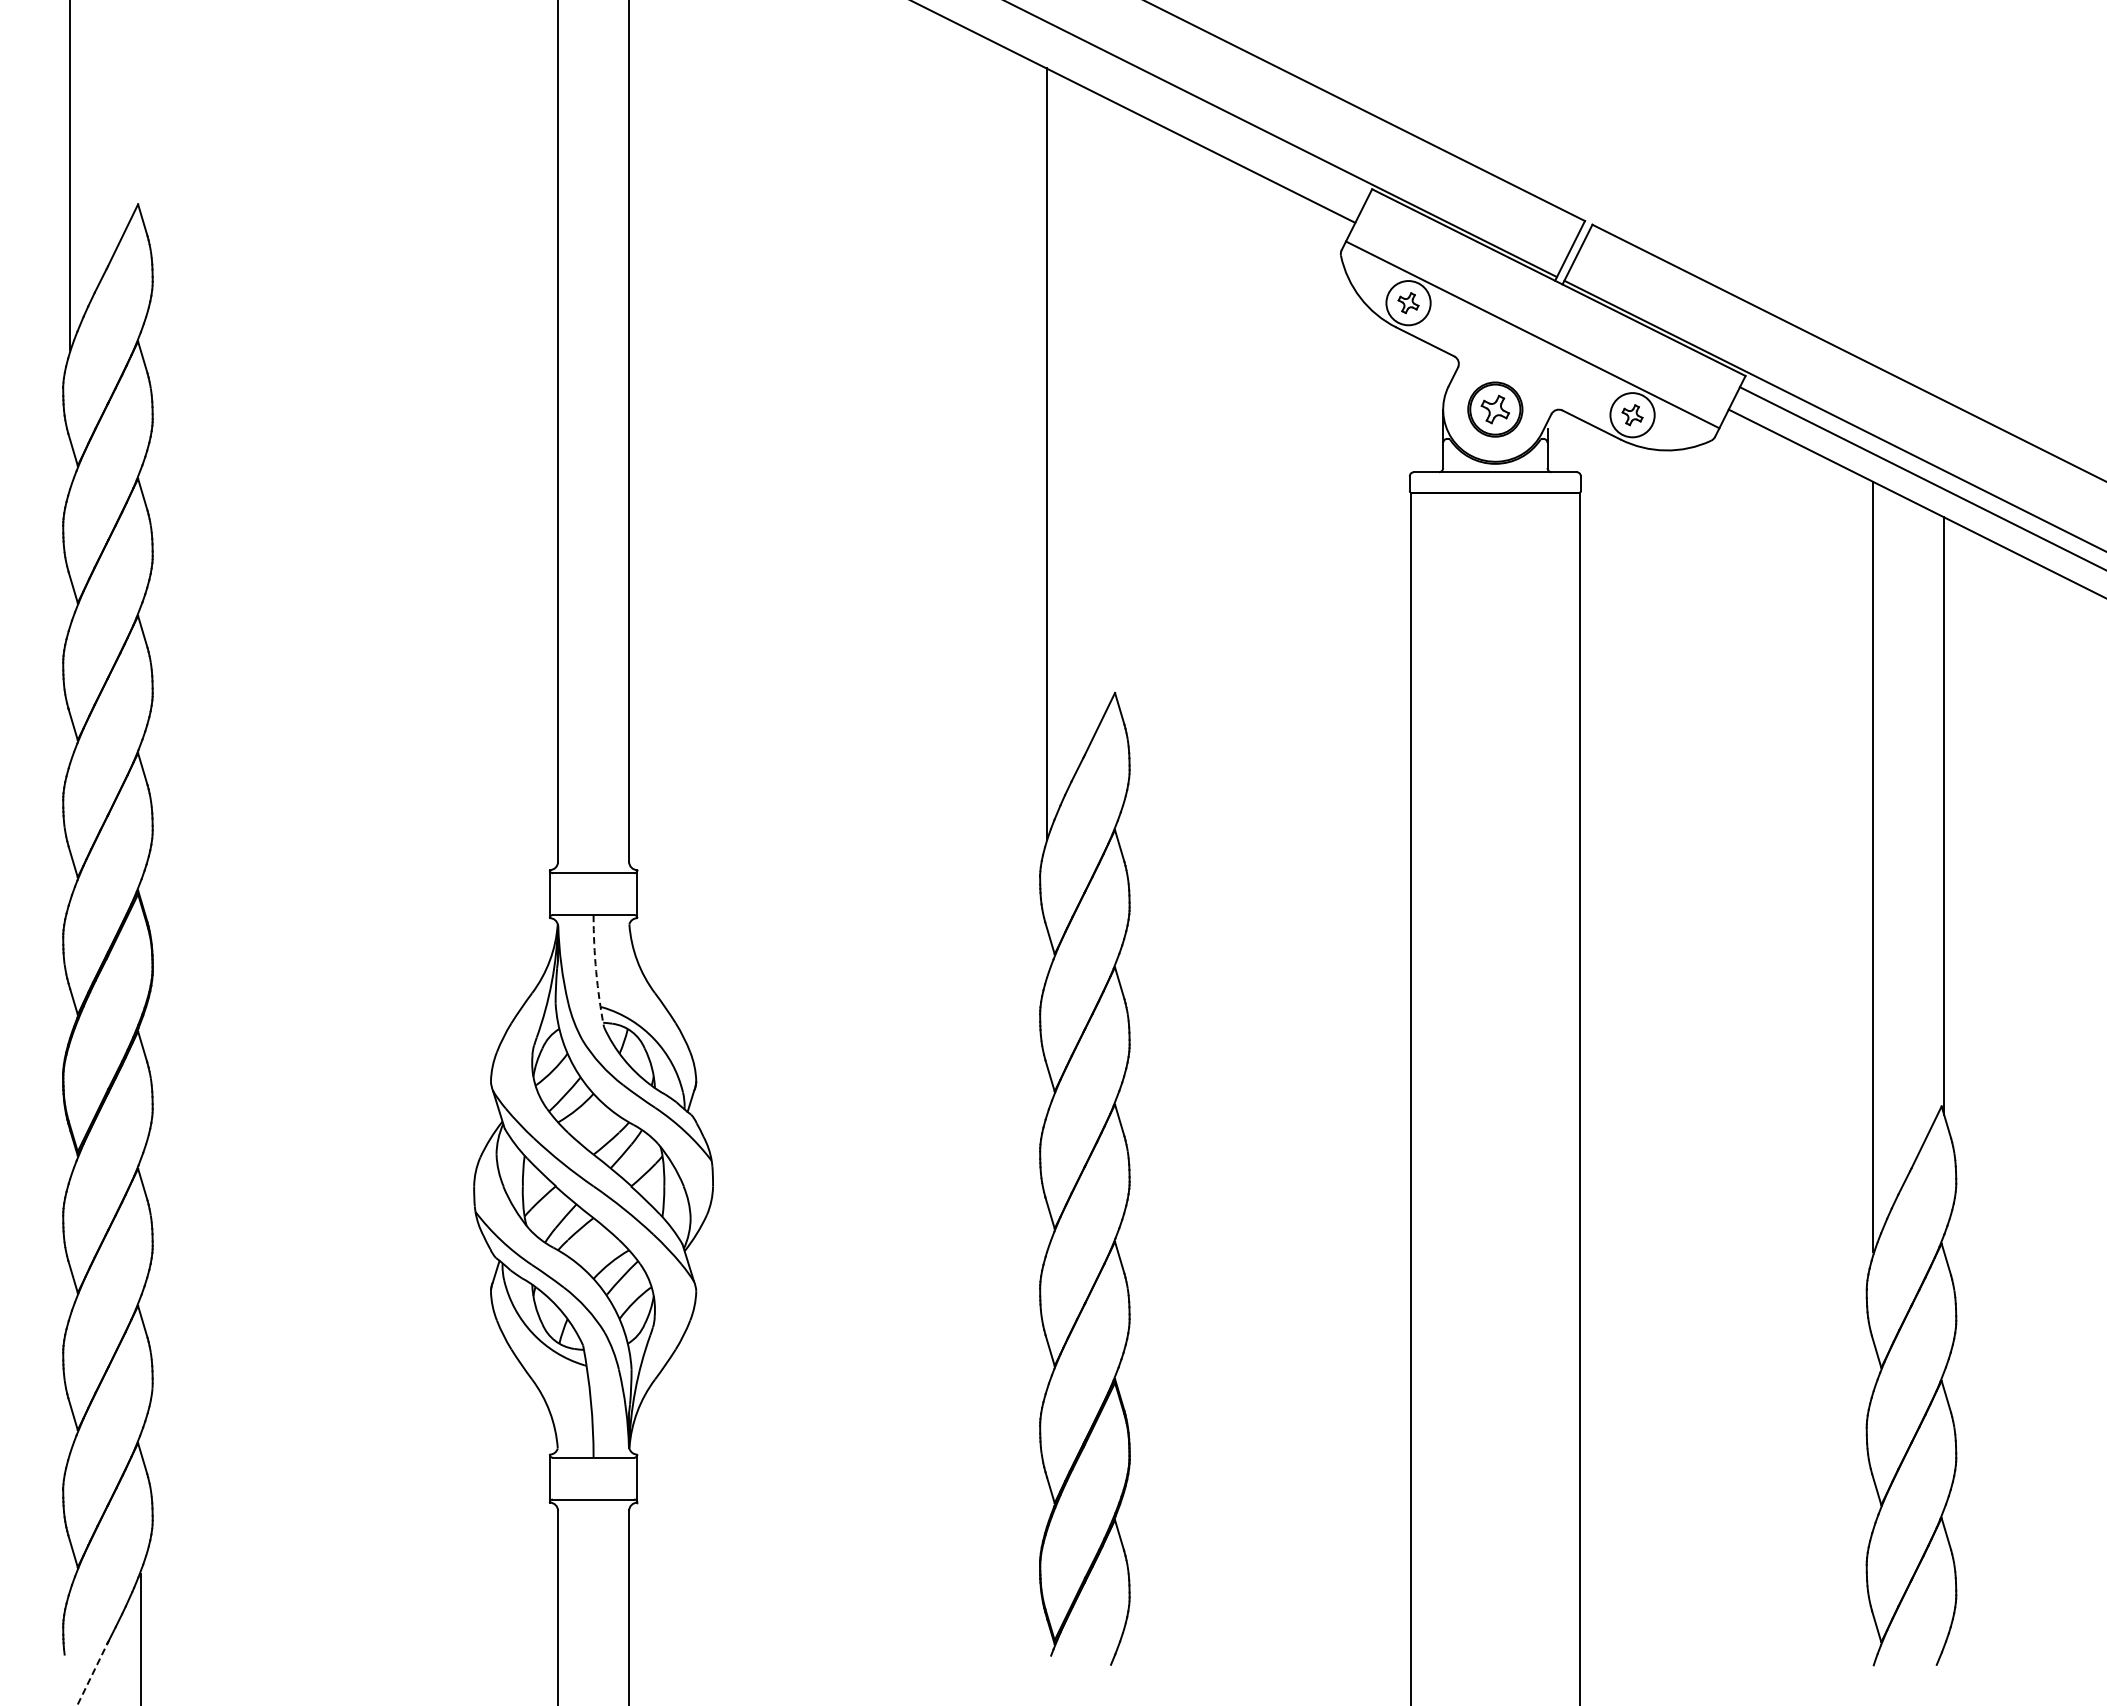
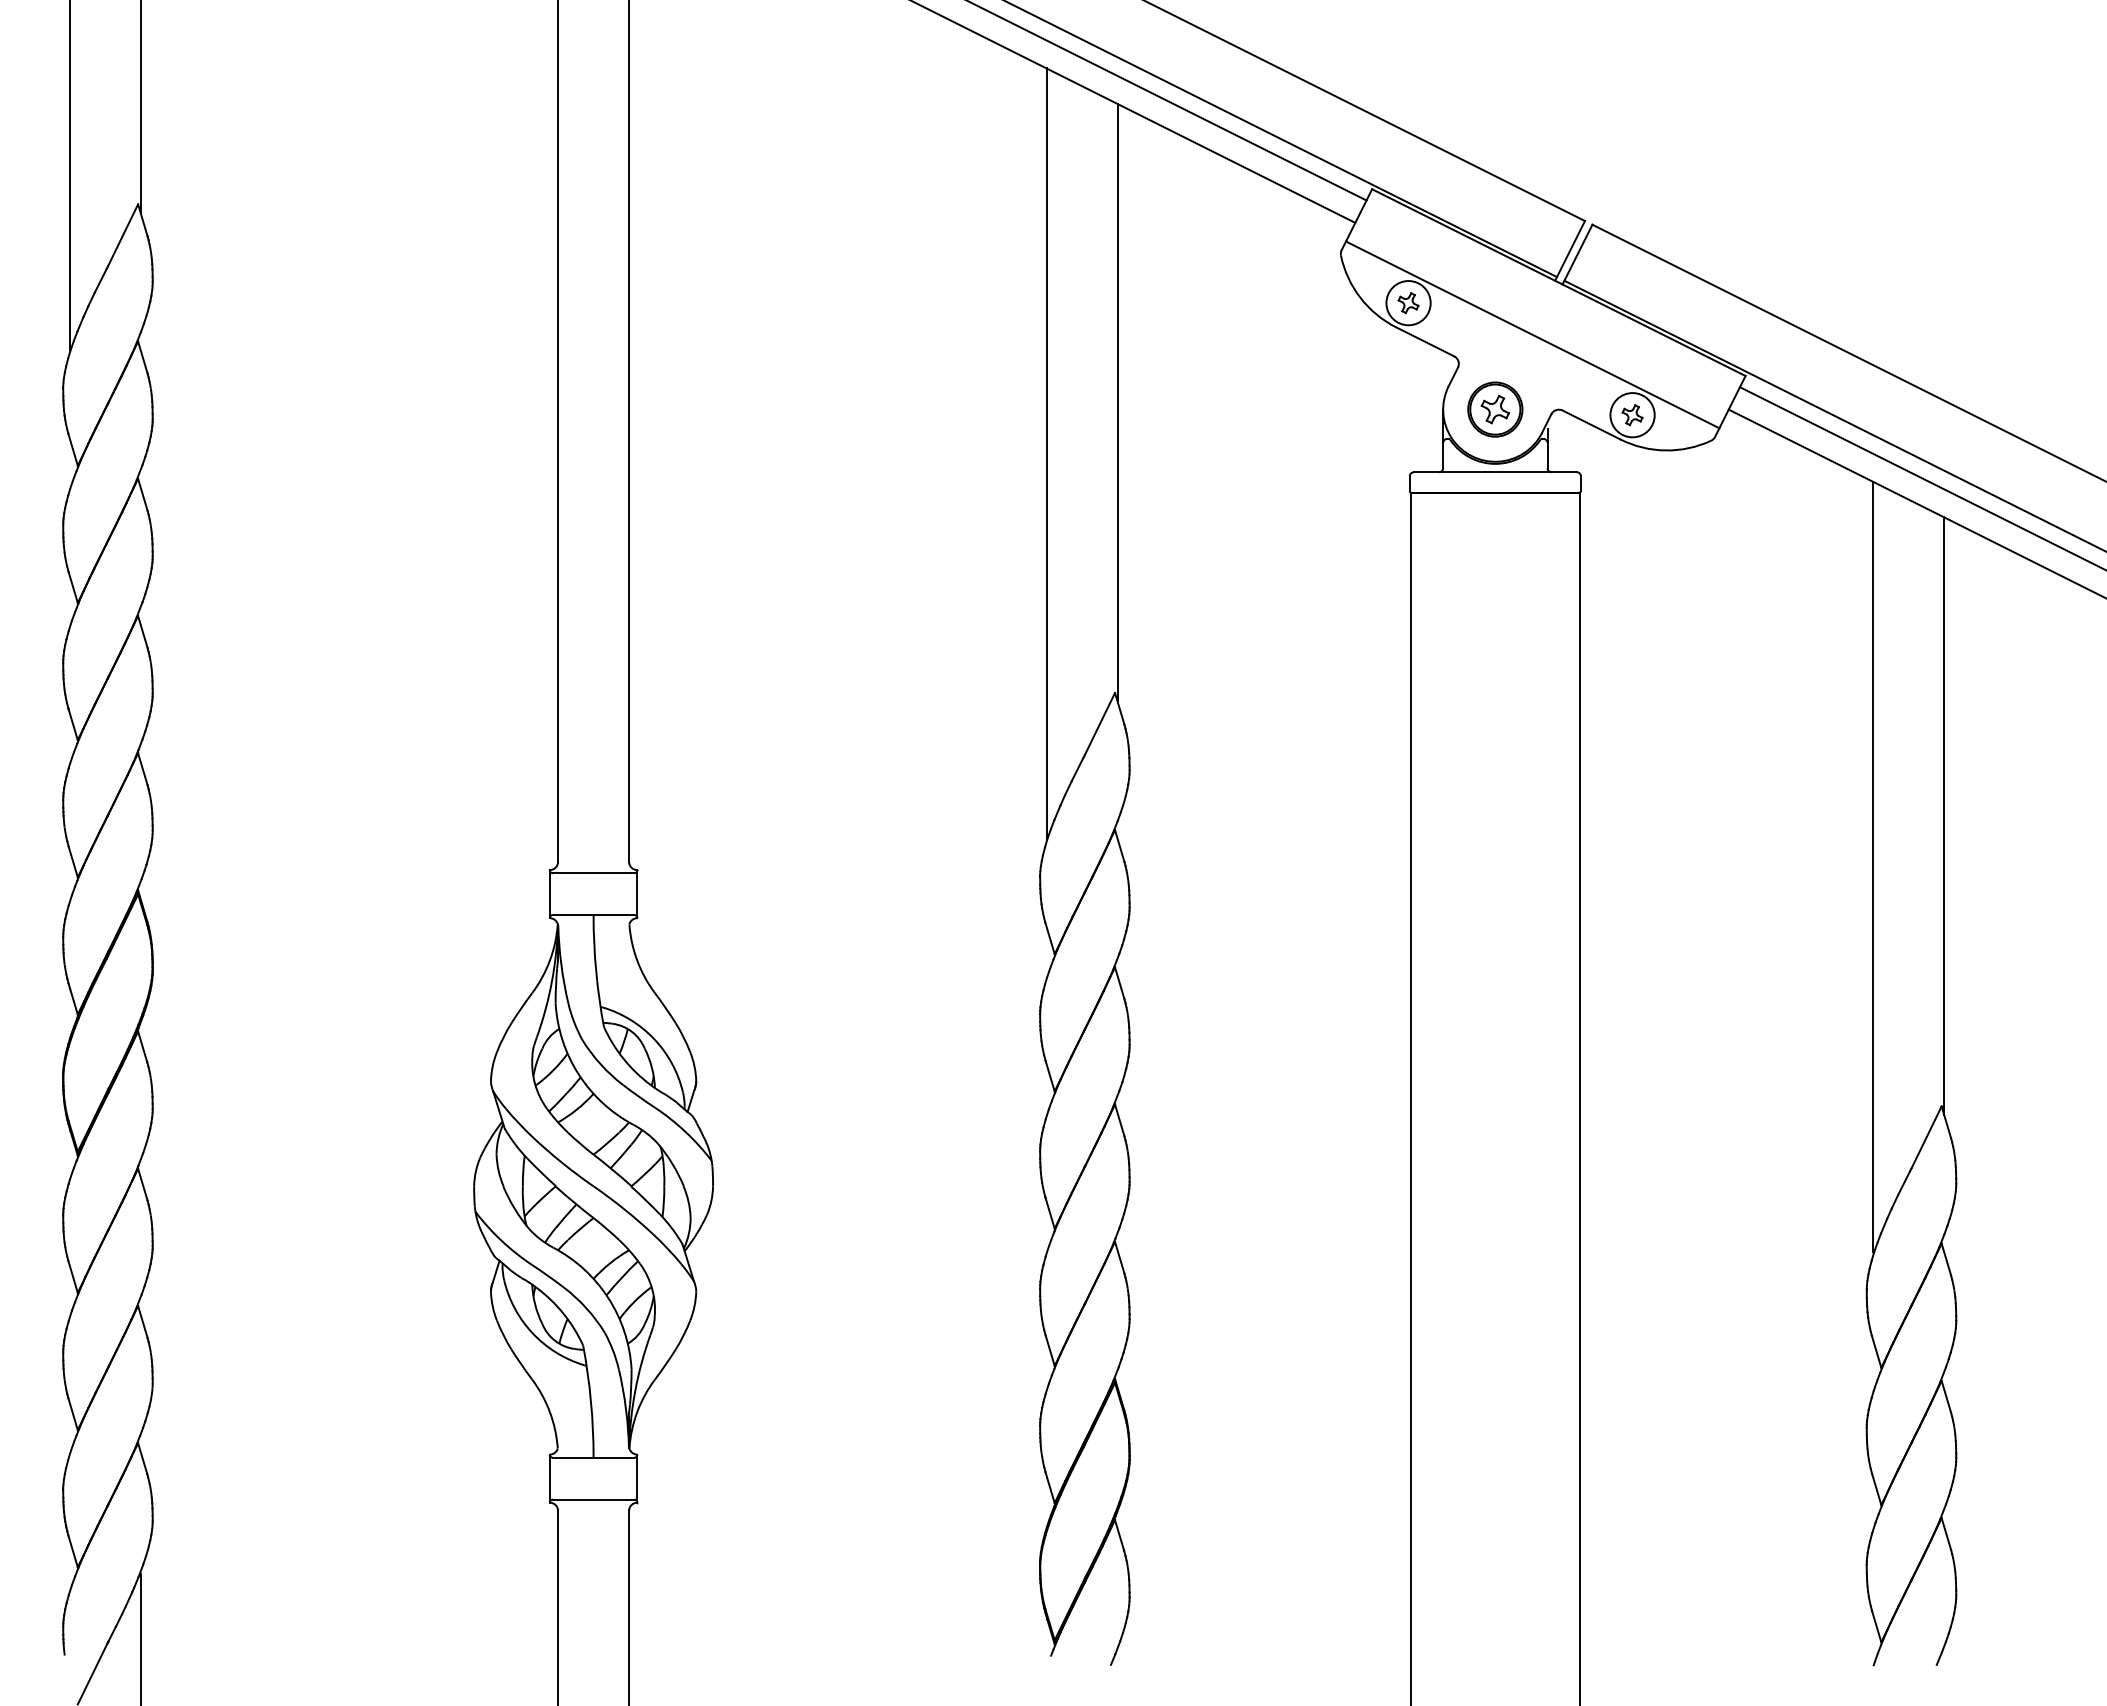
line at (1168, 101): none -> present
line at (140, 107): none -> present
line at (1117, 402): none -> present
arc at (596, 971): dashed -> solid
line at (93, 1673): dashed -> solid
